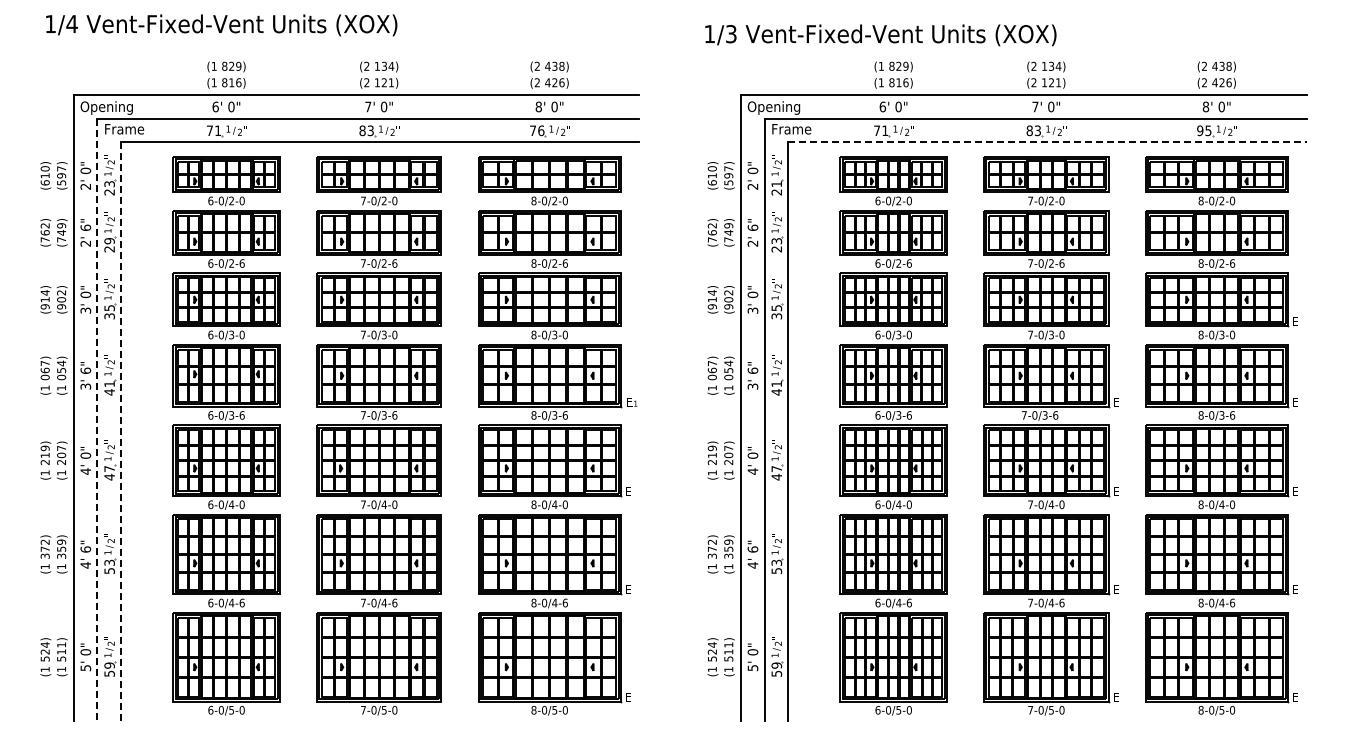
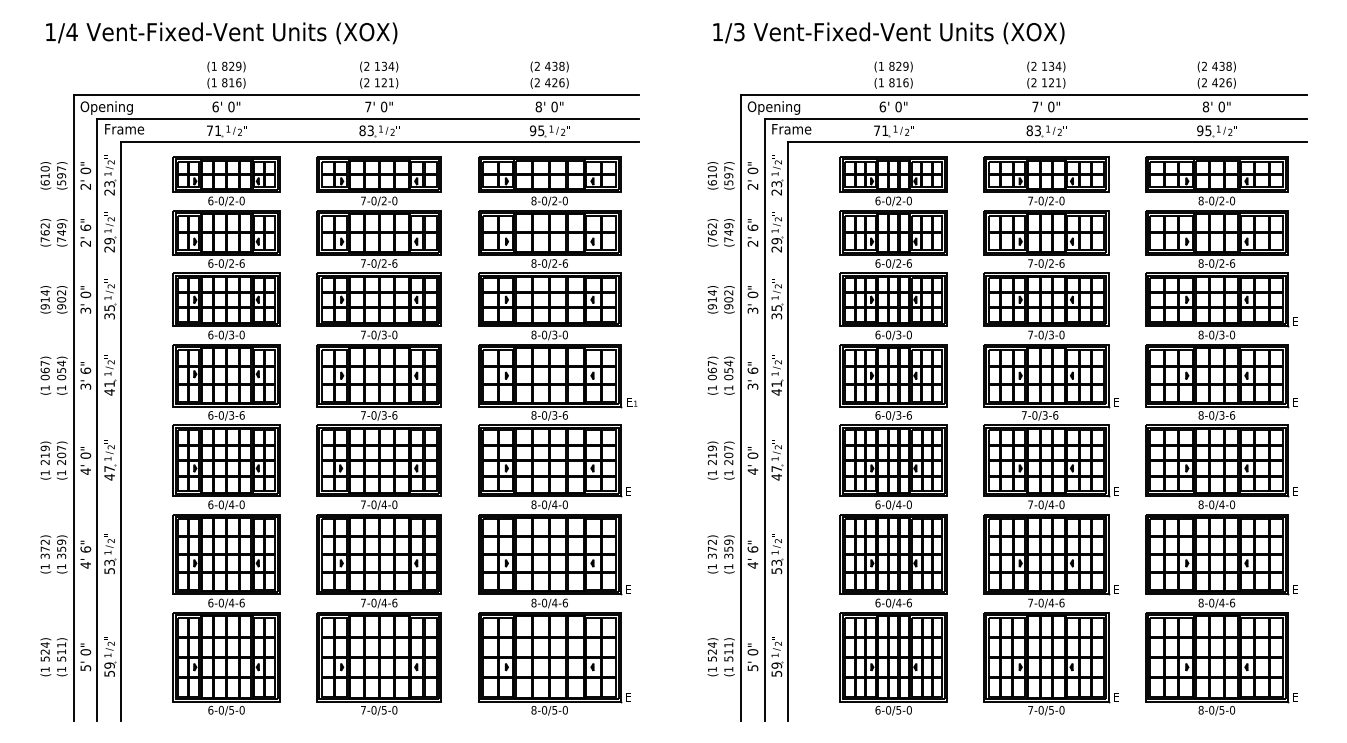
text at (221, 25) position: (221, 25) -> (221, 33)
text at (880, 35) position: (880, 35) -> (888, 33)
text at (536, 130): 76 -> 95
line at (1047, 142): dashed -> solid
text at (776, 184): 21 -> 23
text at (776, 241): 23 -> 29
line at (97, 420): dashed -> solid
line at (121, 431): dashed -> solid
